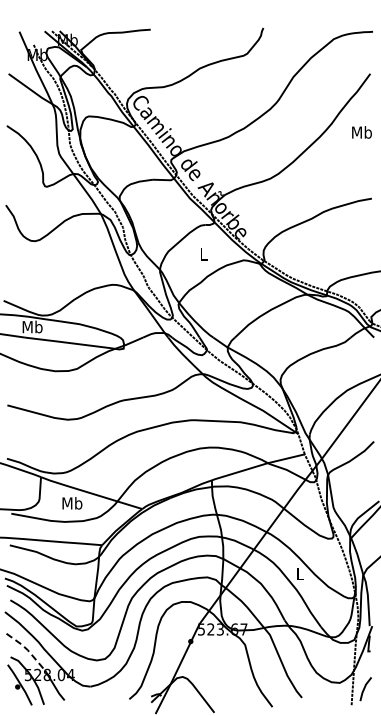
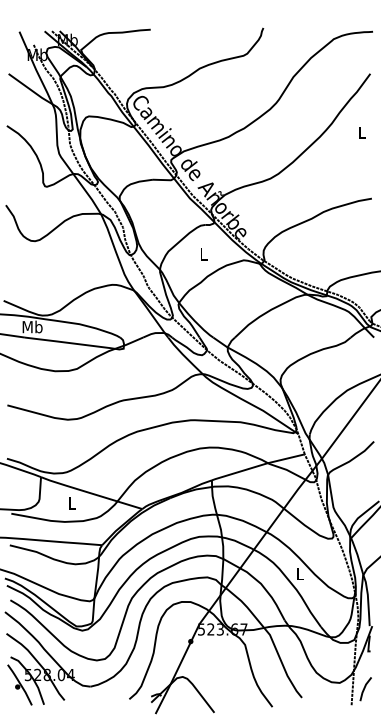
text at (361, 132): Mb -> L
text at (72, 503): Mb -> L
line at (27, 650): dashed -> solid
